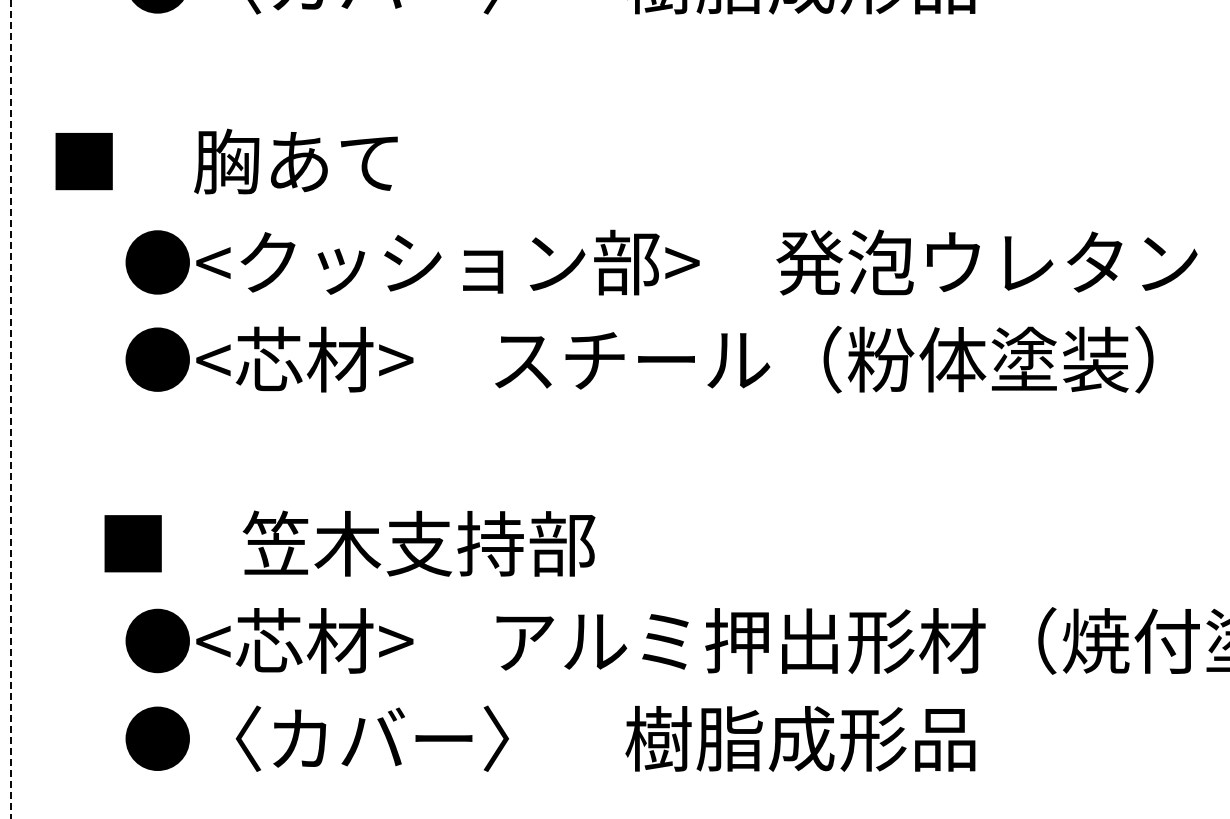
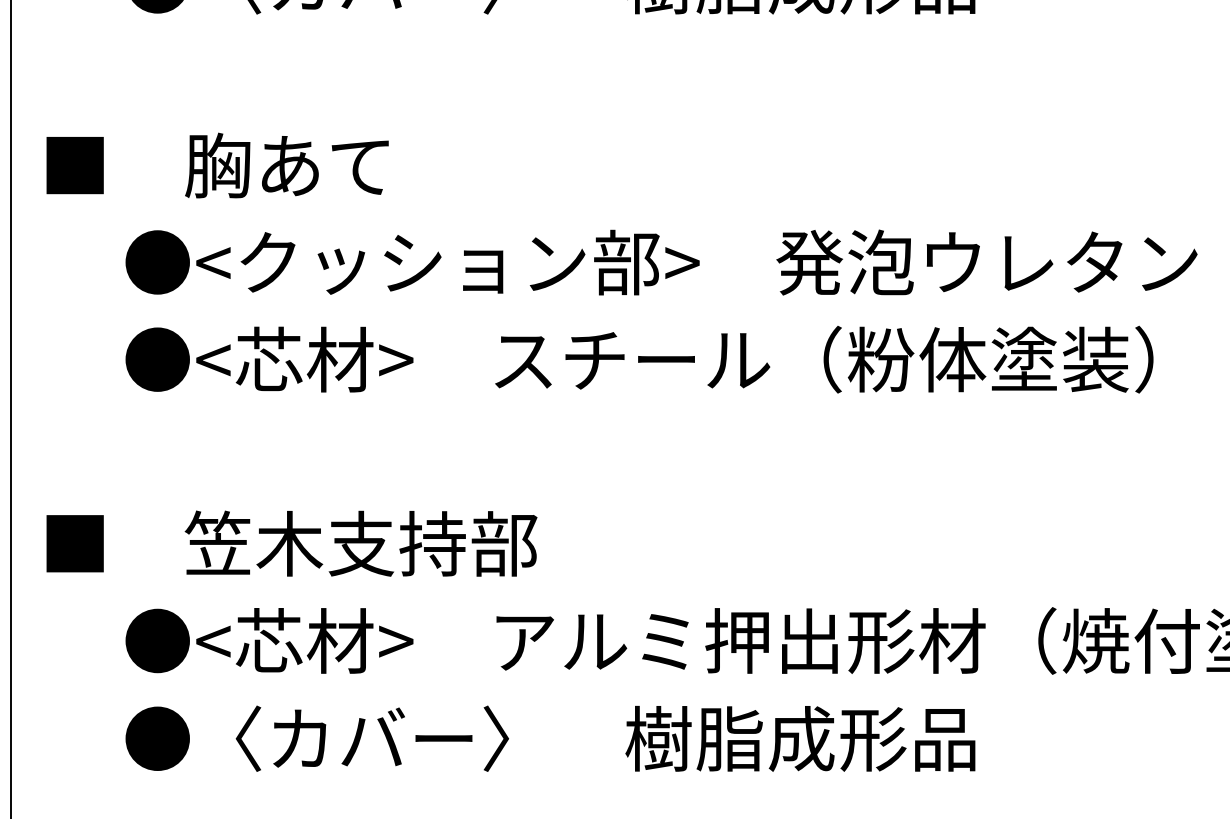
text at (226, 161) position: (226, 161) -> (217, 165)
line at (11, 410): dashed -> solid
text at (349, 543) position: (349, 543) -> (291, 543)
